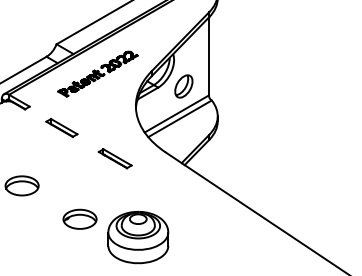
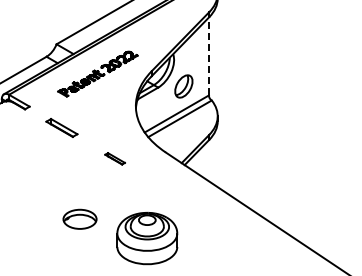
line at (208, 56): solid -> dashed
part at (114, 158) size: 36x22 px -> 22x14 px
part at (21, 185): present -> none
part at (138, 237) position: (138, 237) -> (147, 238)
